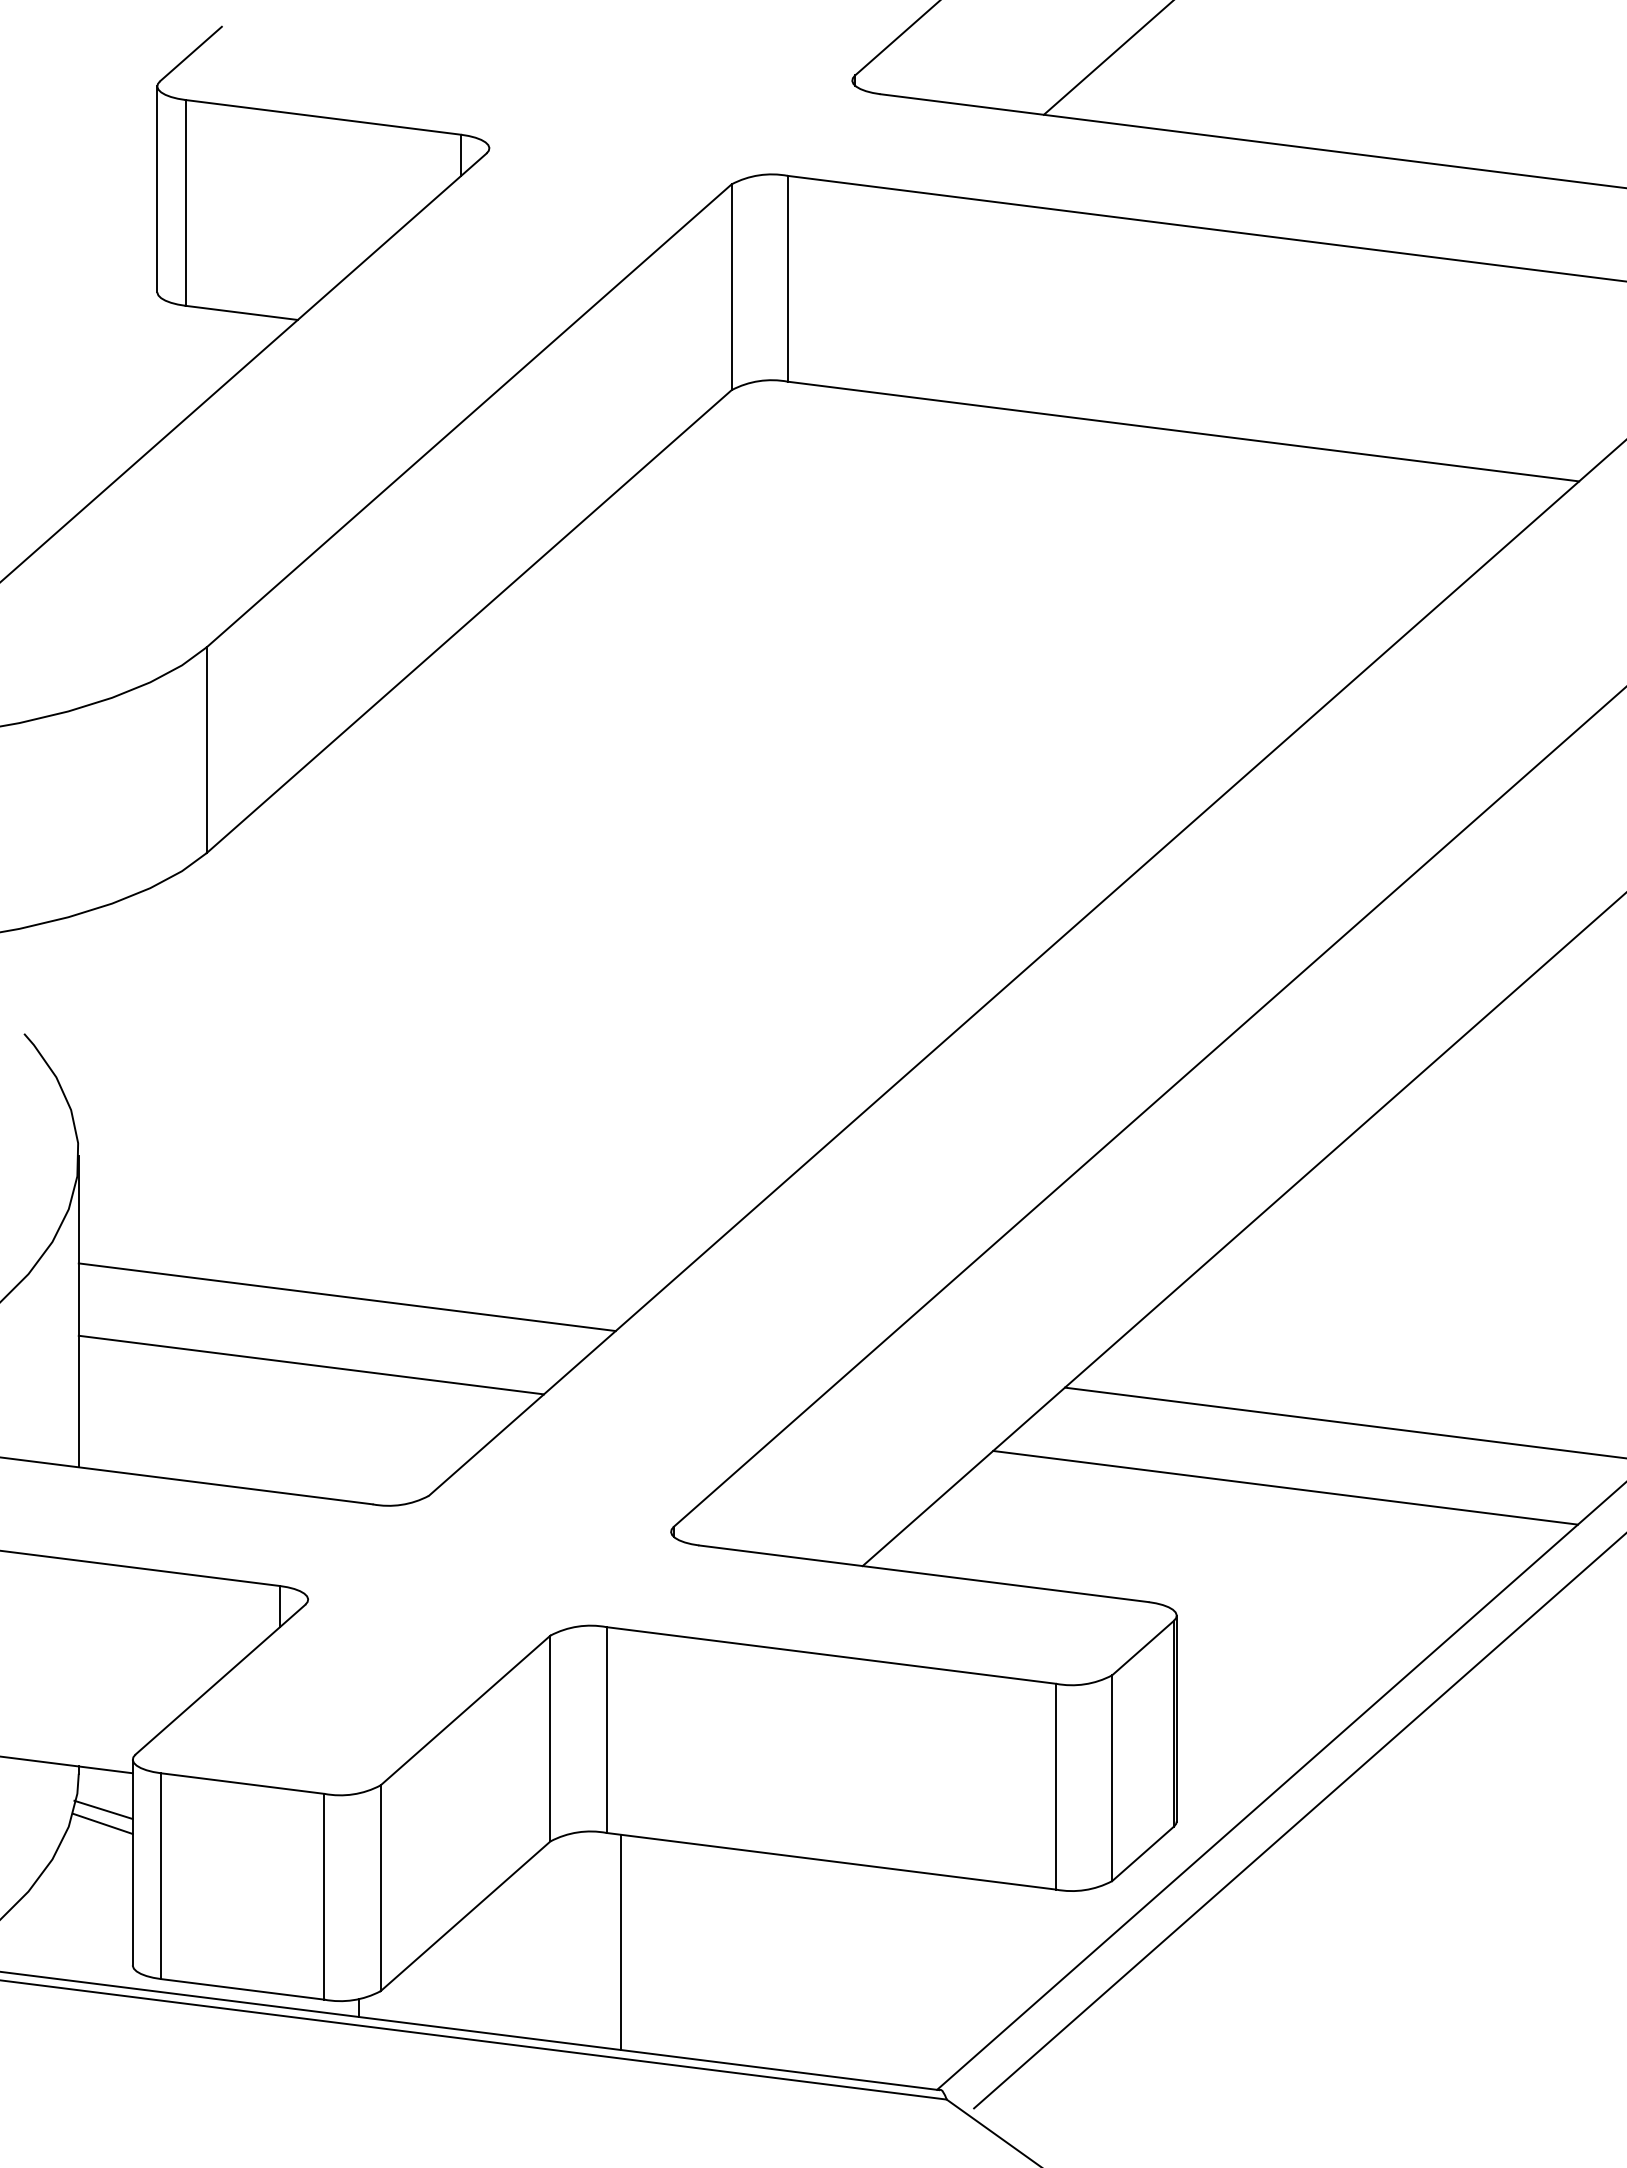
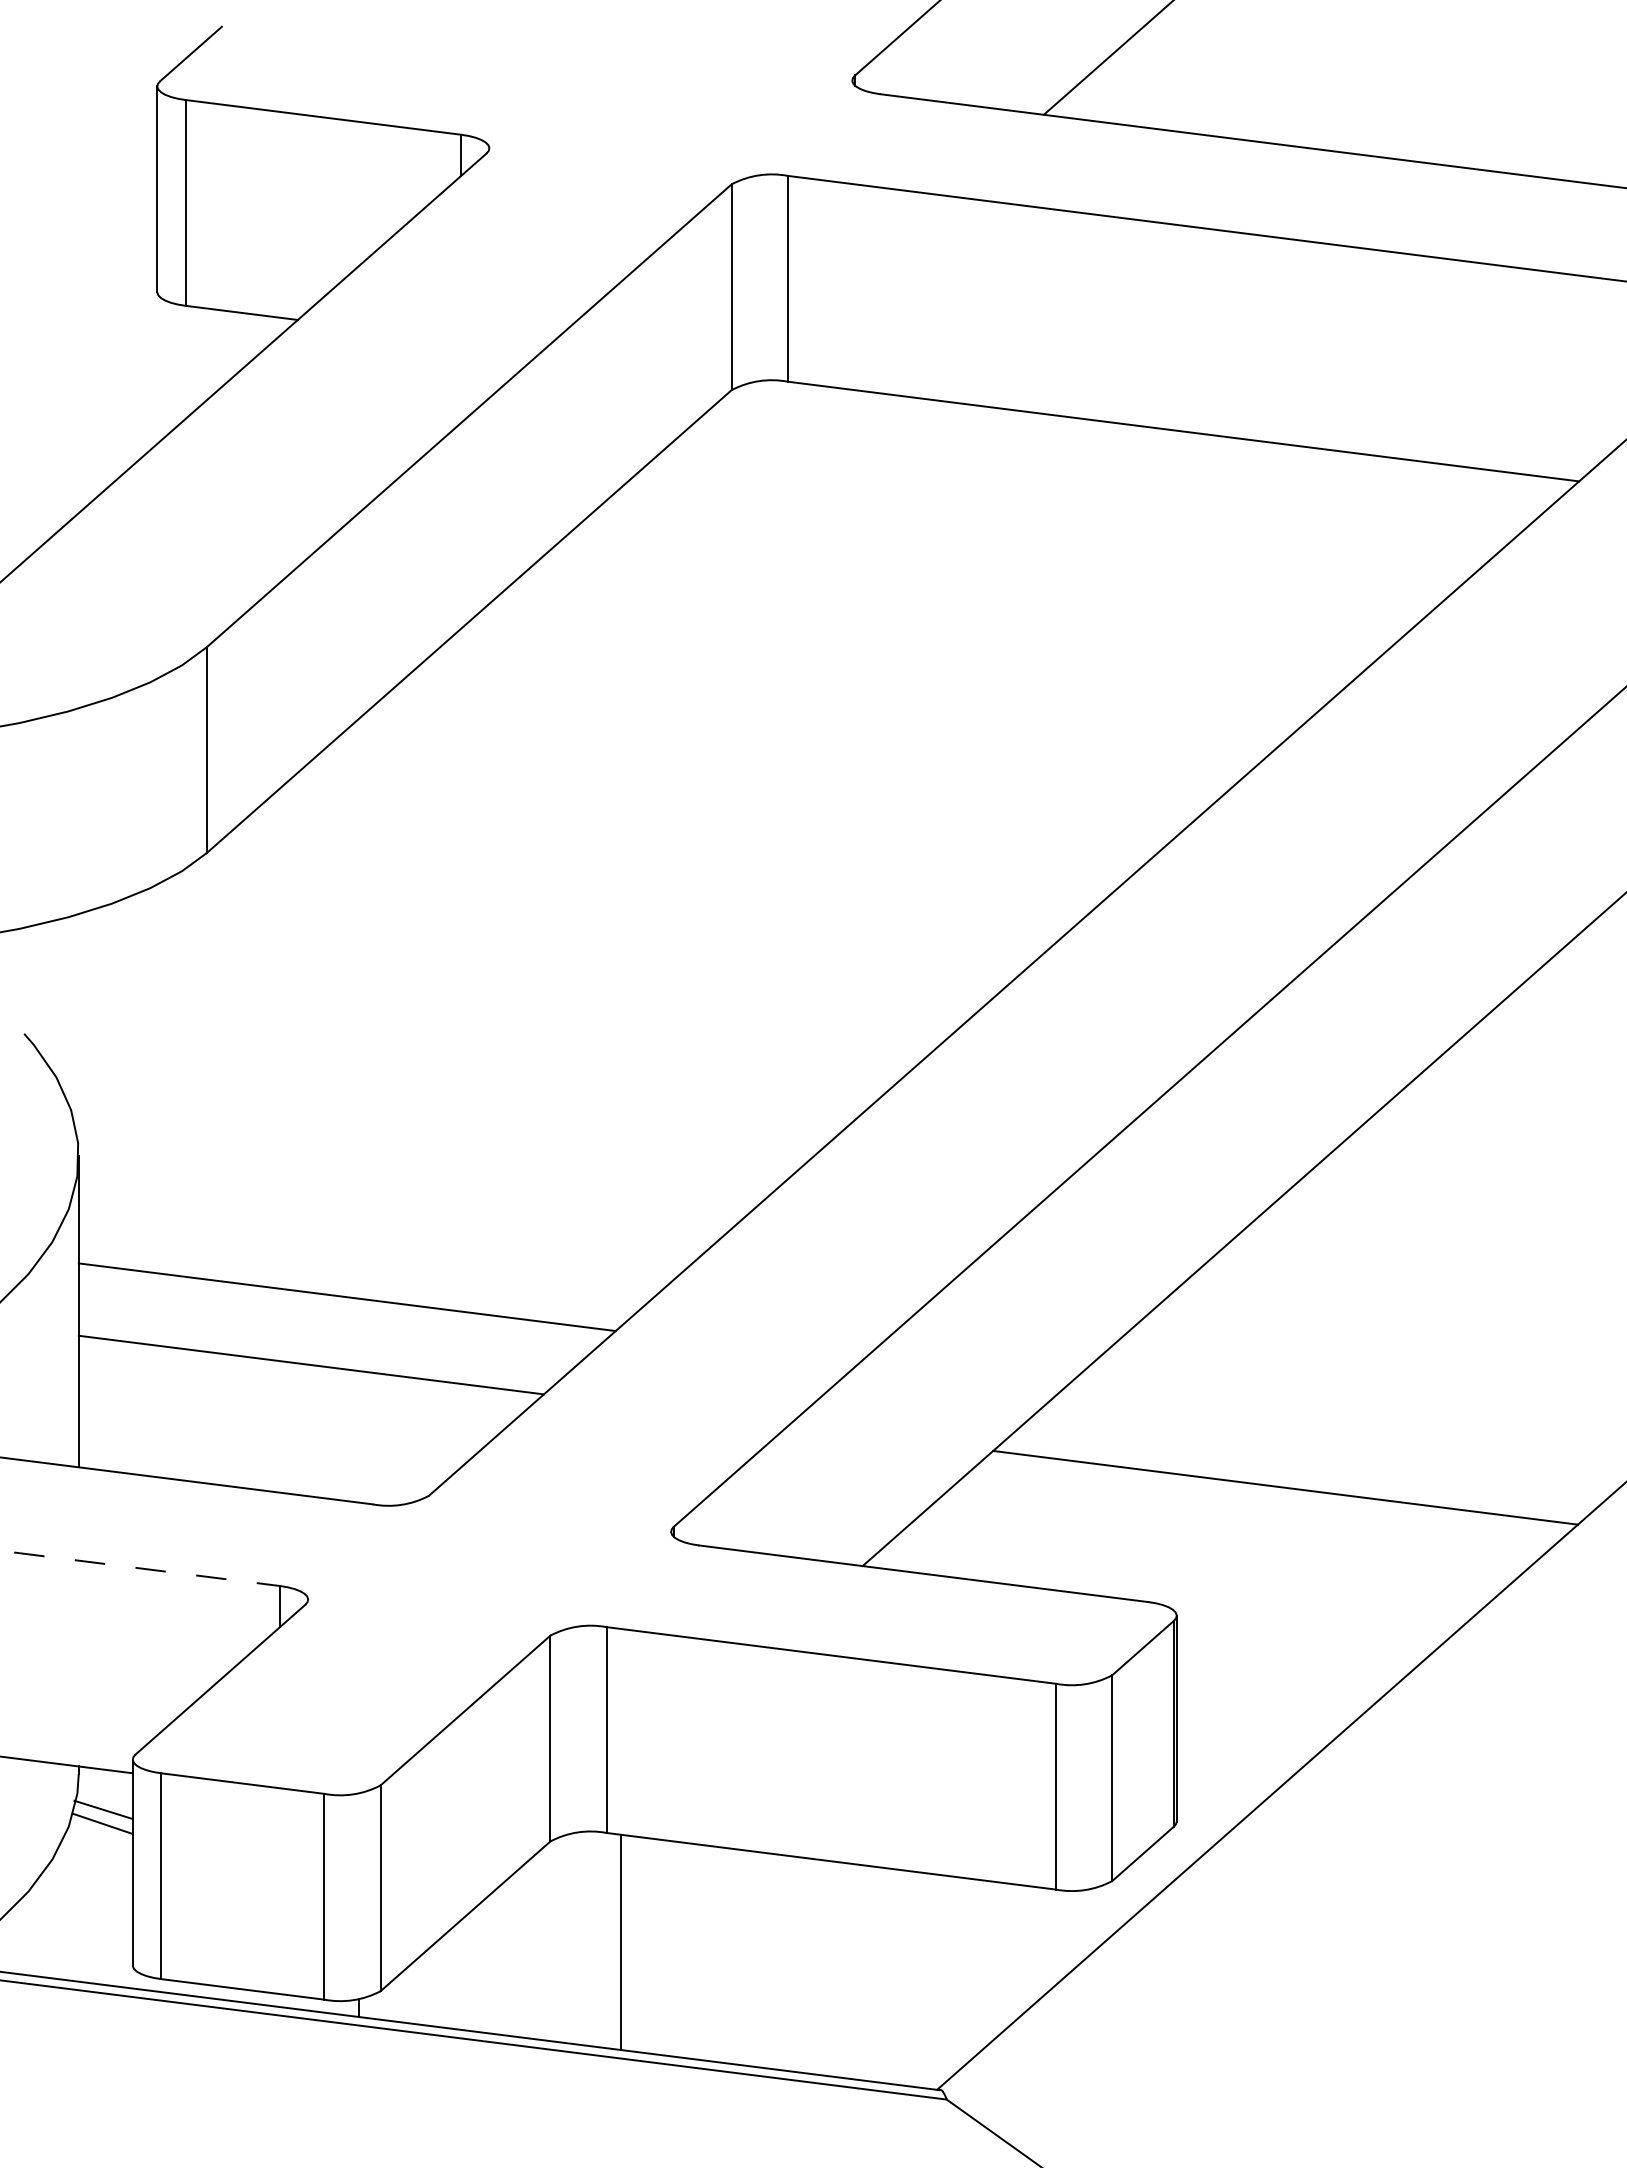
line at (1343, 1422): present -> none
line at (140, 1568): solid -> dashed
line at (1298, 1821): present -> none
